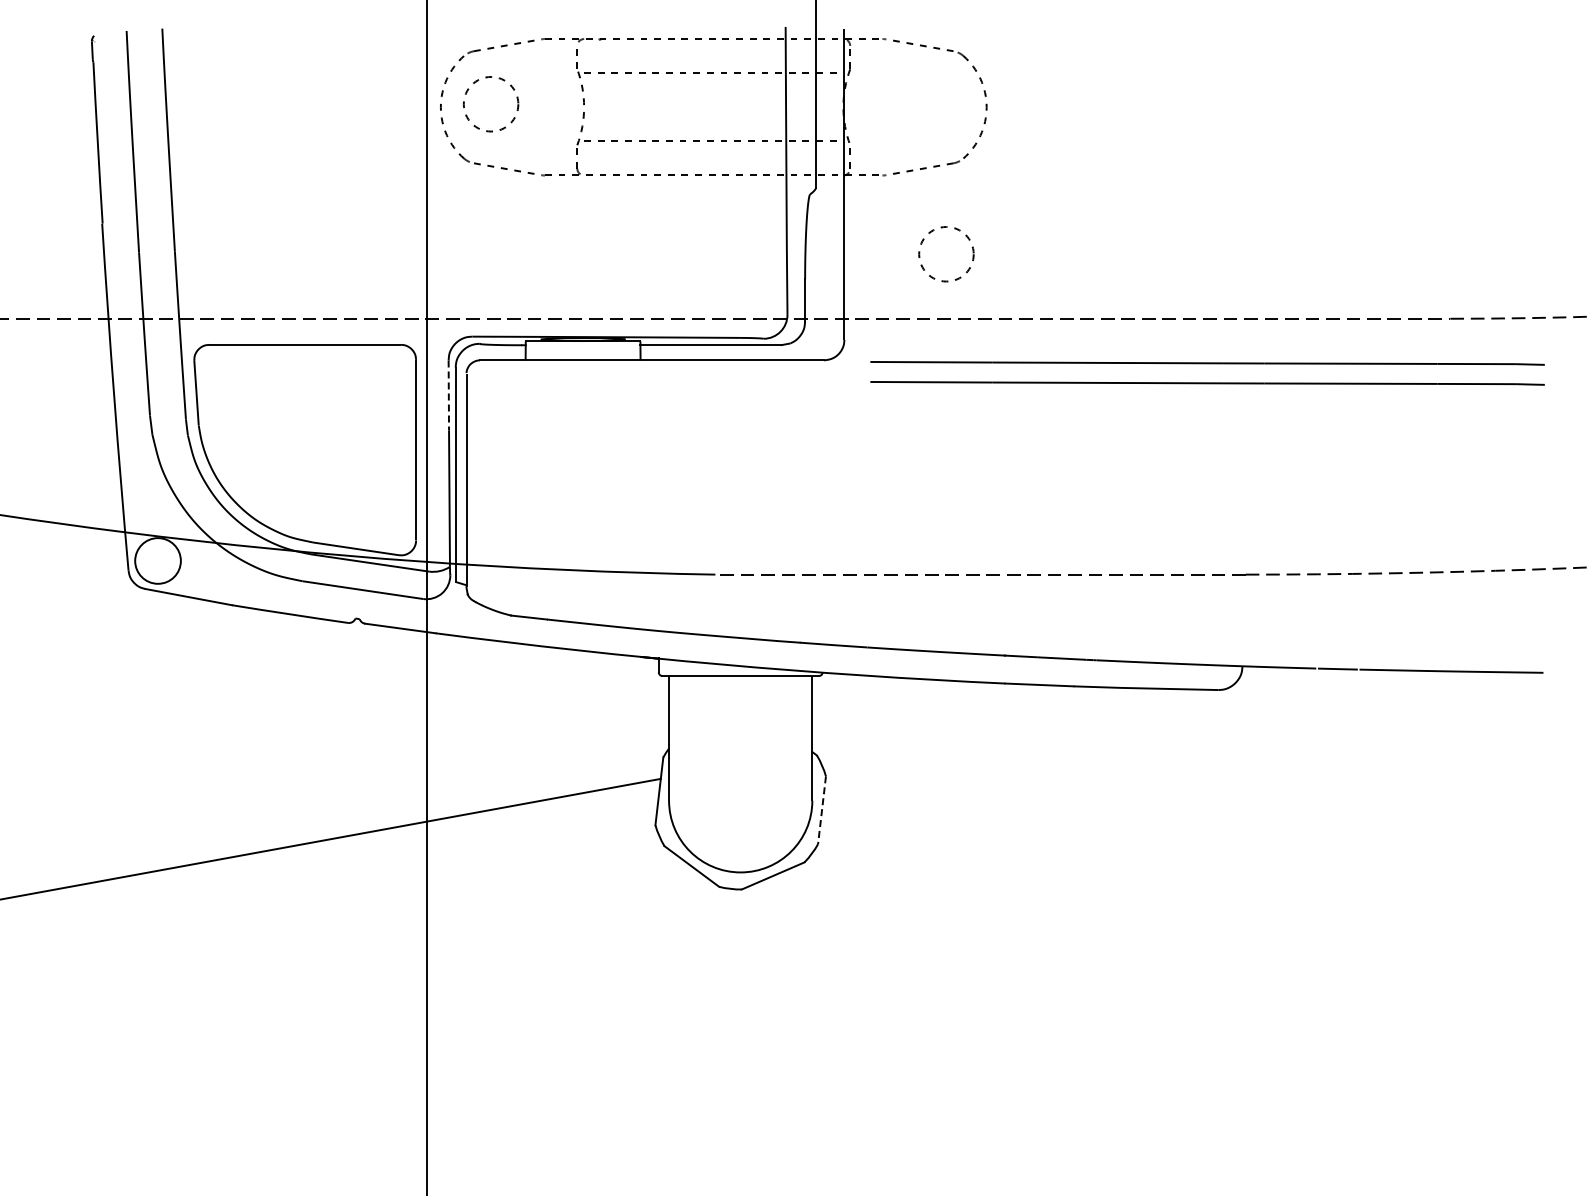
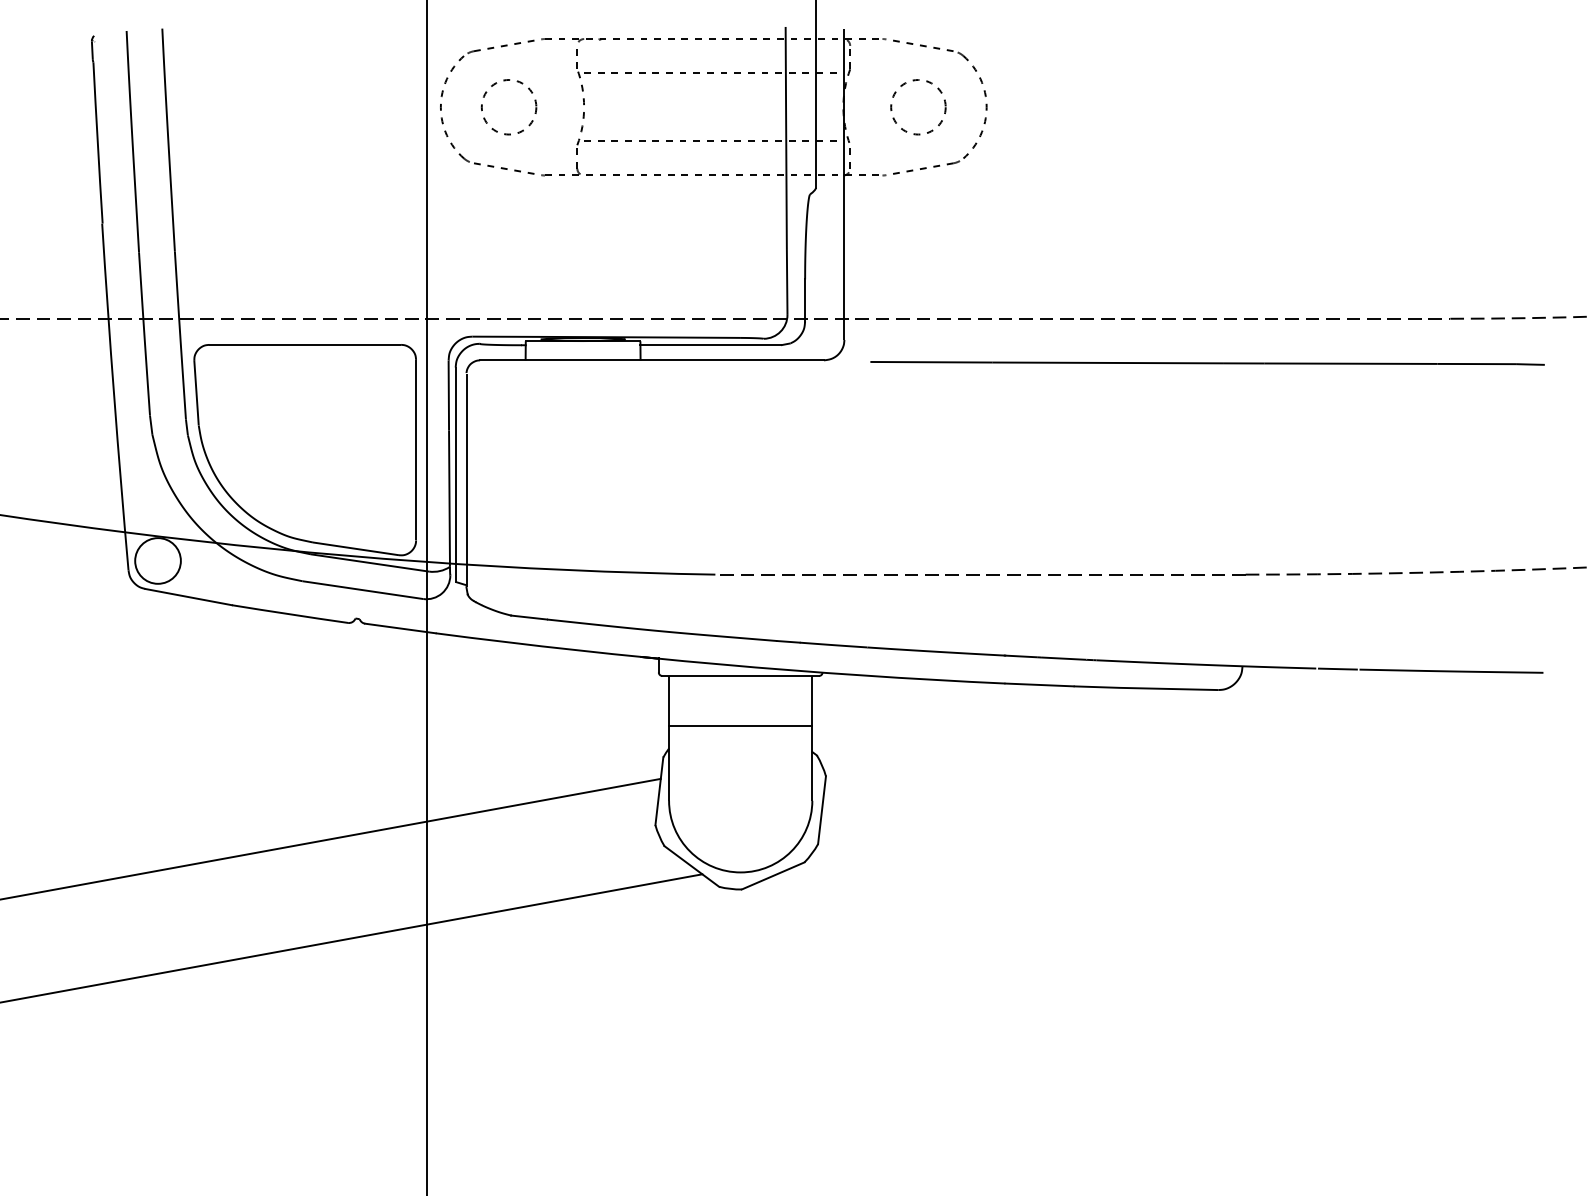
circle at (490, 104) position: (490, 104) -> (508, 107)
circle at (946, 254) position: (946, 254) -> (918, 107)
line at (1207, 383): present -> none
line at (448, 396): dashed -> solid
line at (740, 725): none -> present
line at (821, 810): dashed -> solid
line at (352, 938): none -> present
